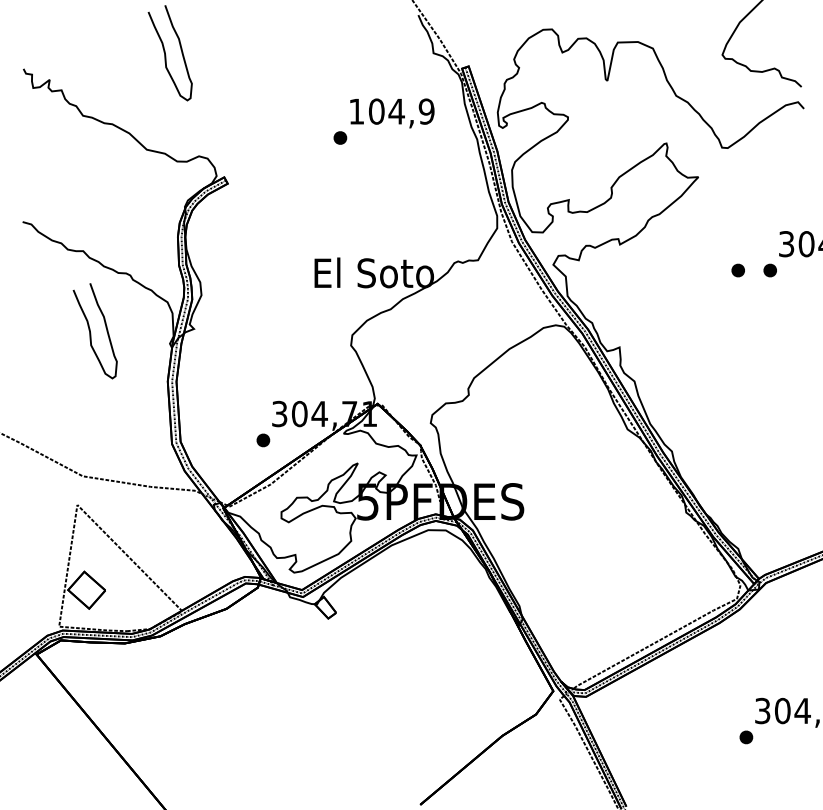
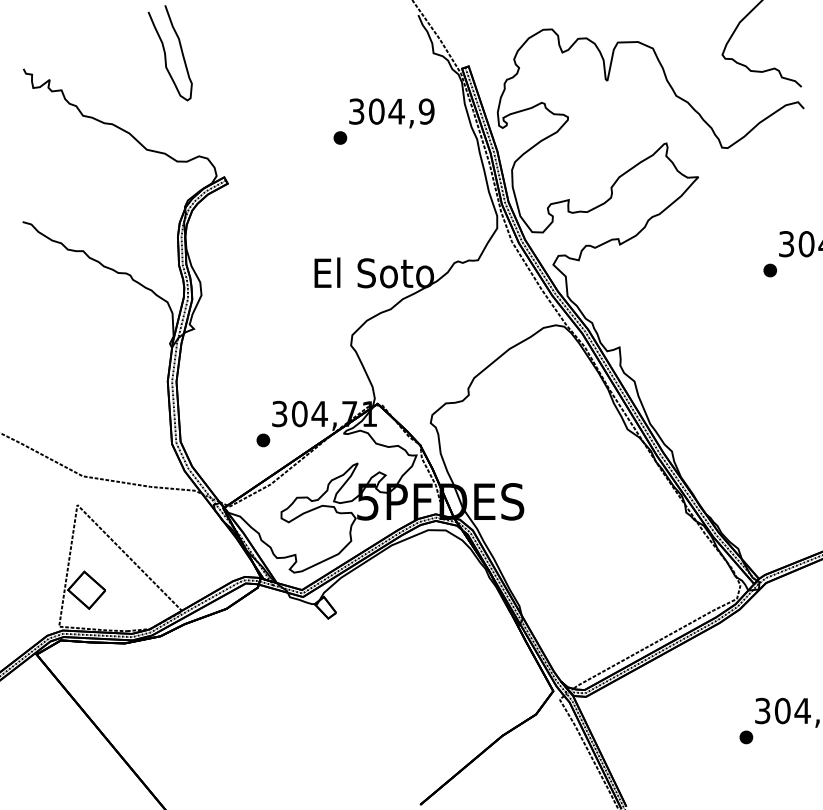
text at (356, 111): 104,9 -> 304,9
part at (737, 270): present -> none
curve at (91, 333): present -> none
